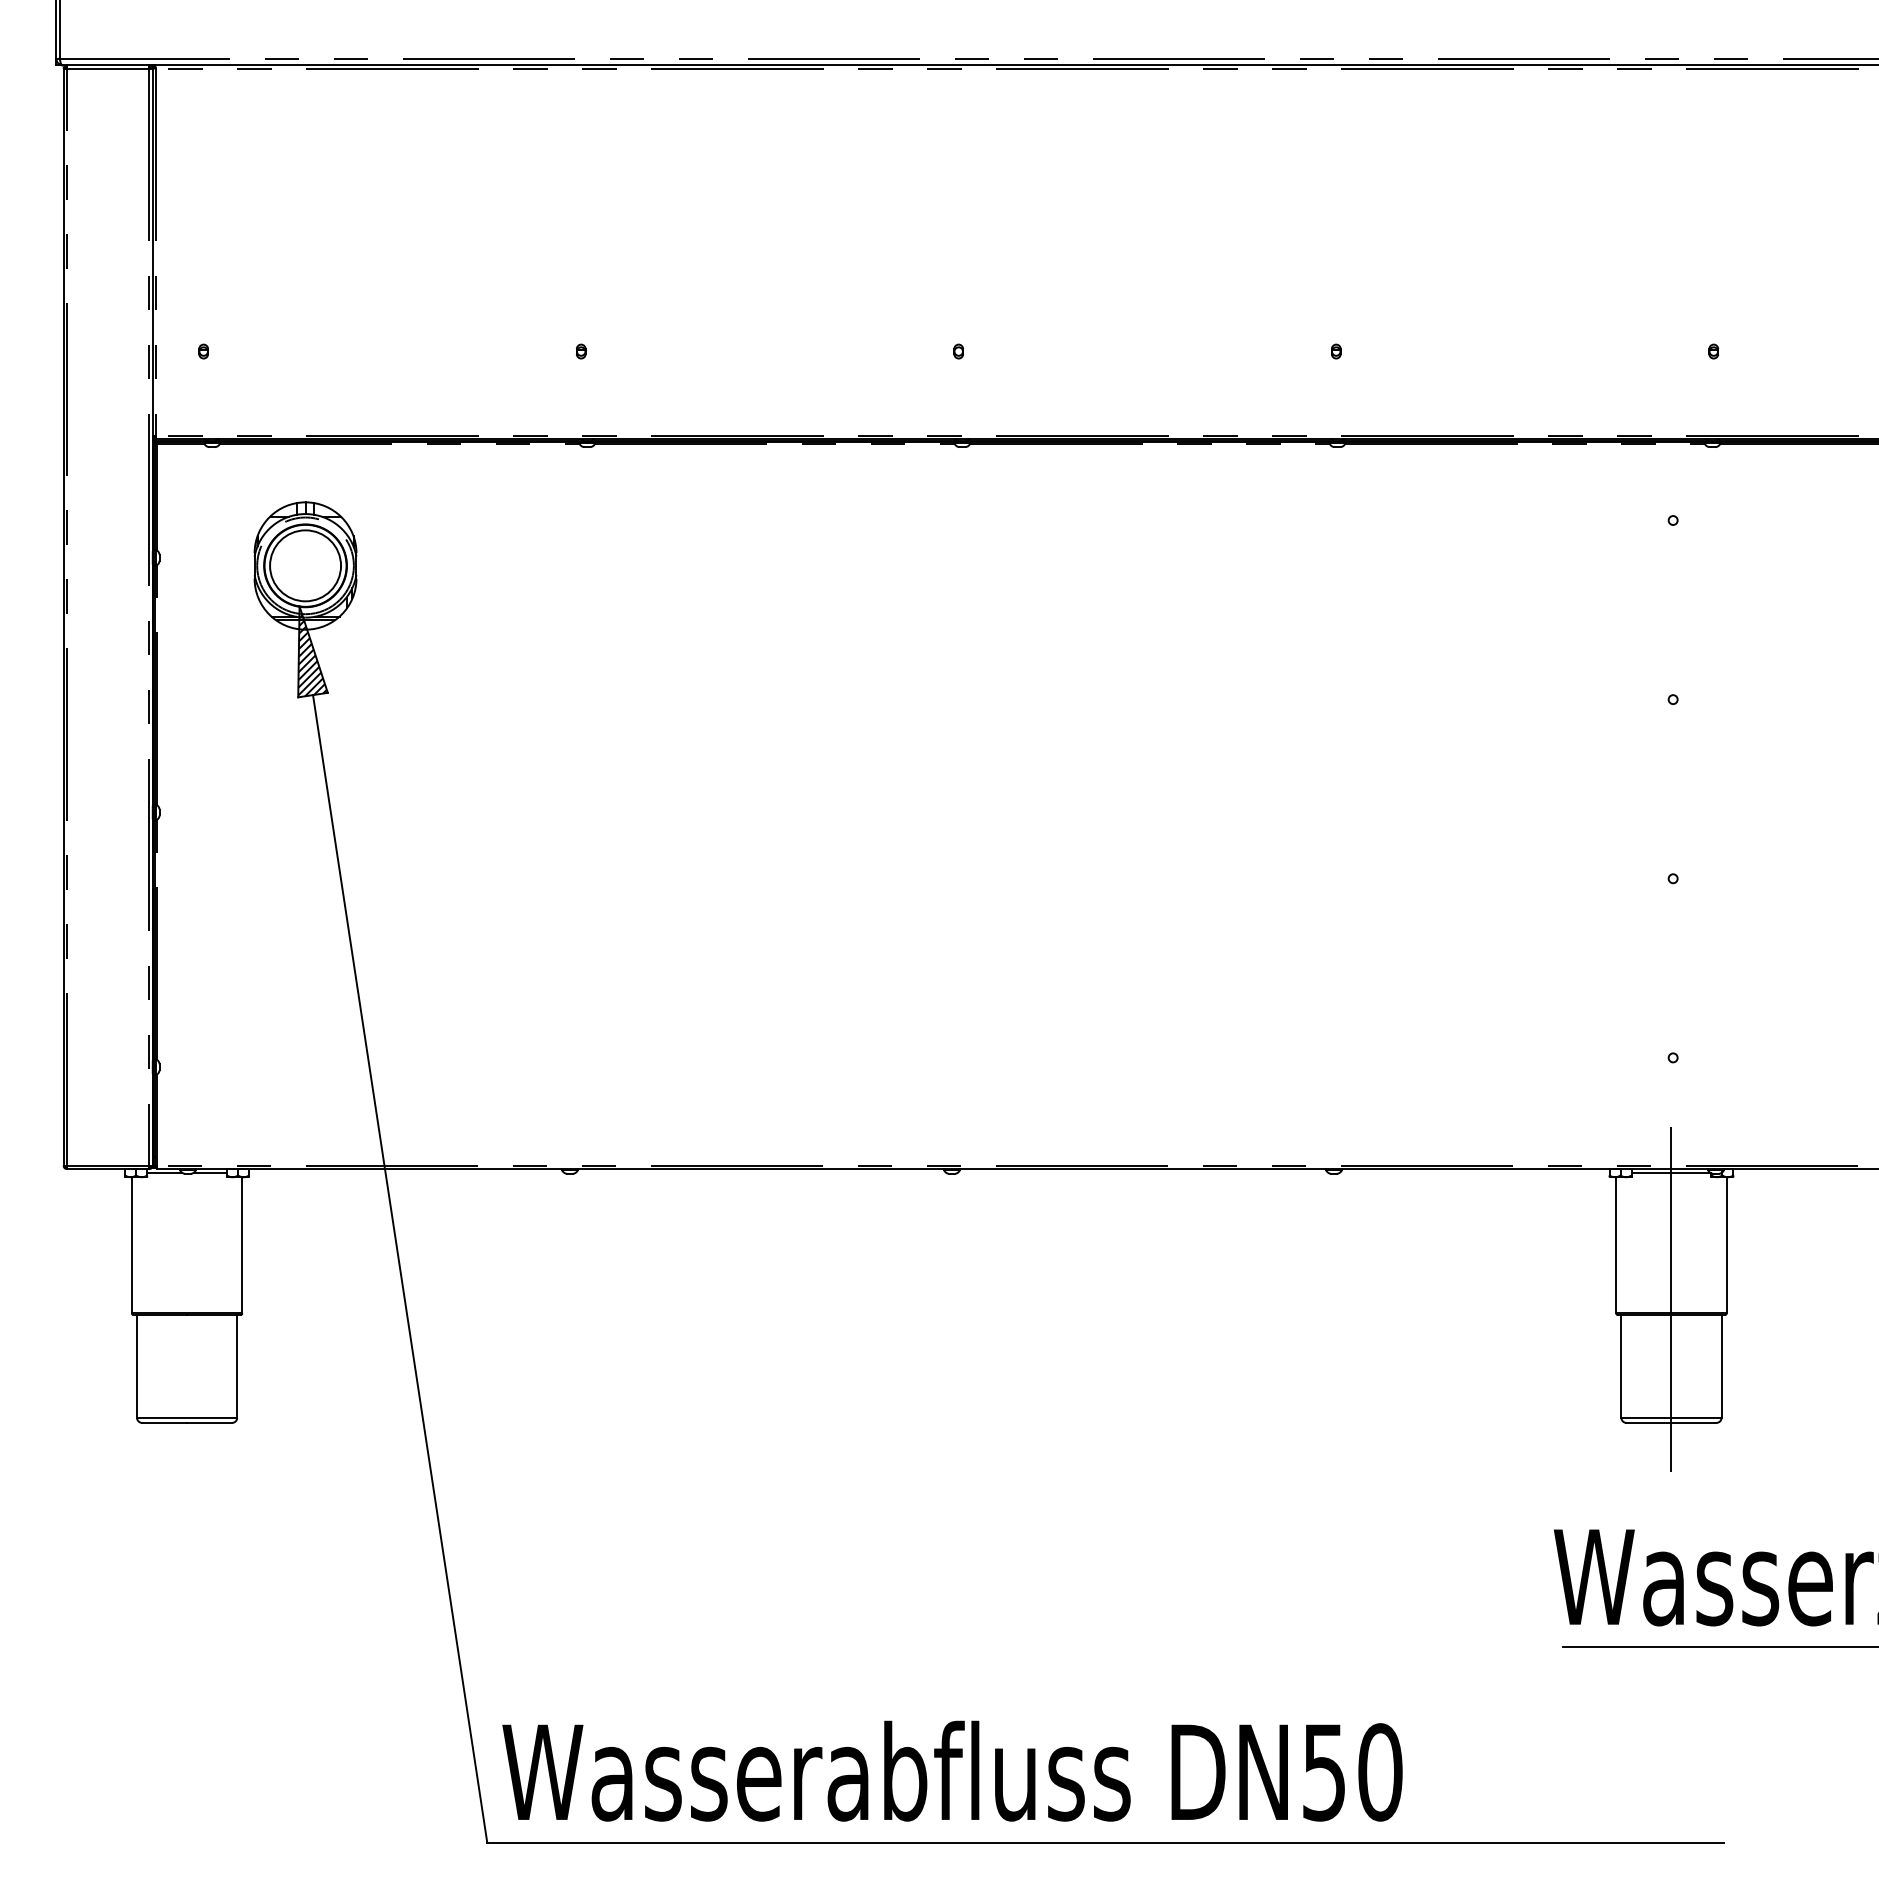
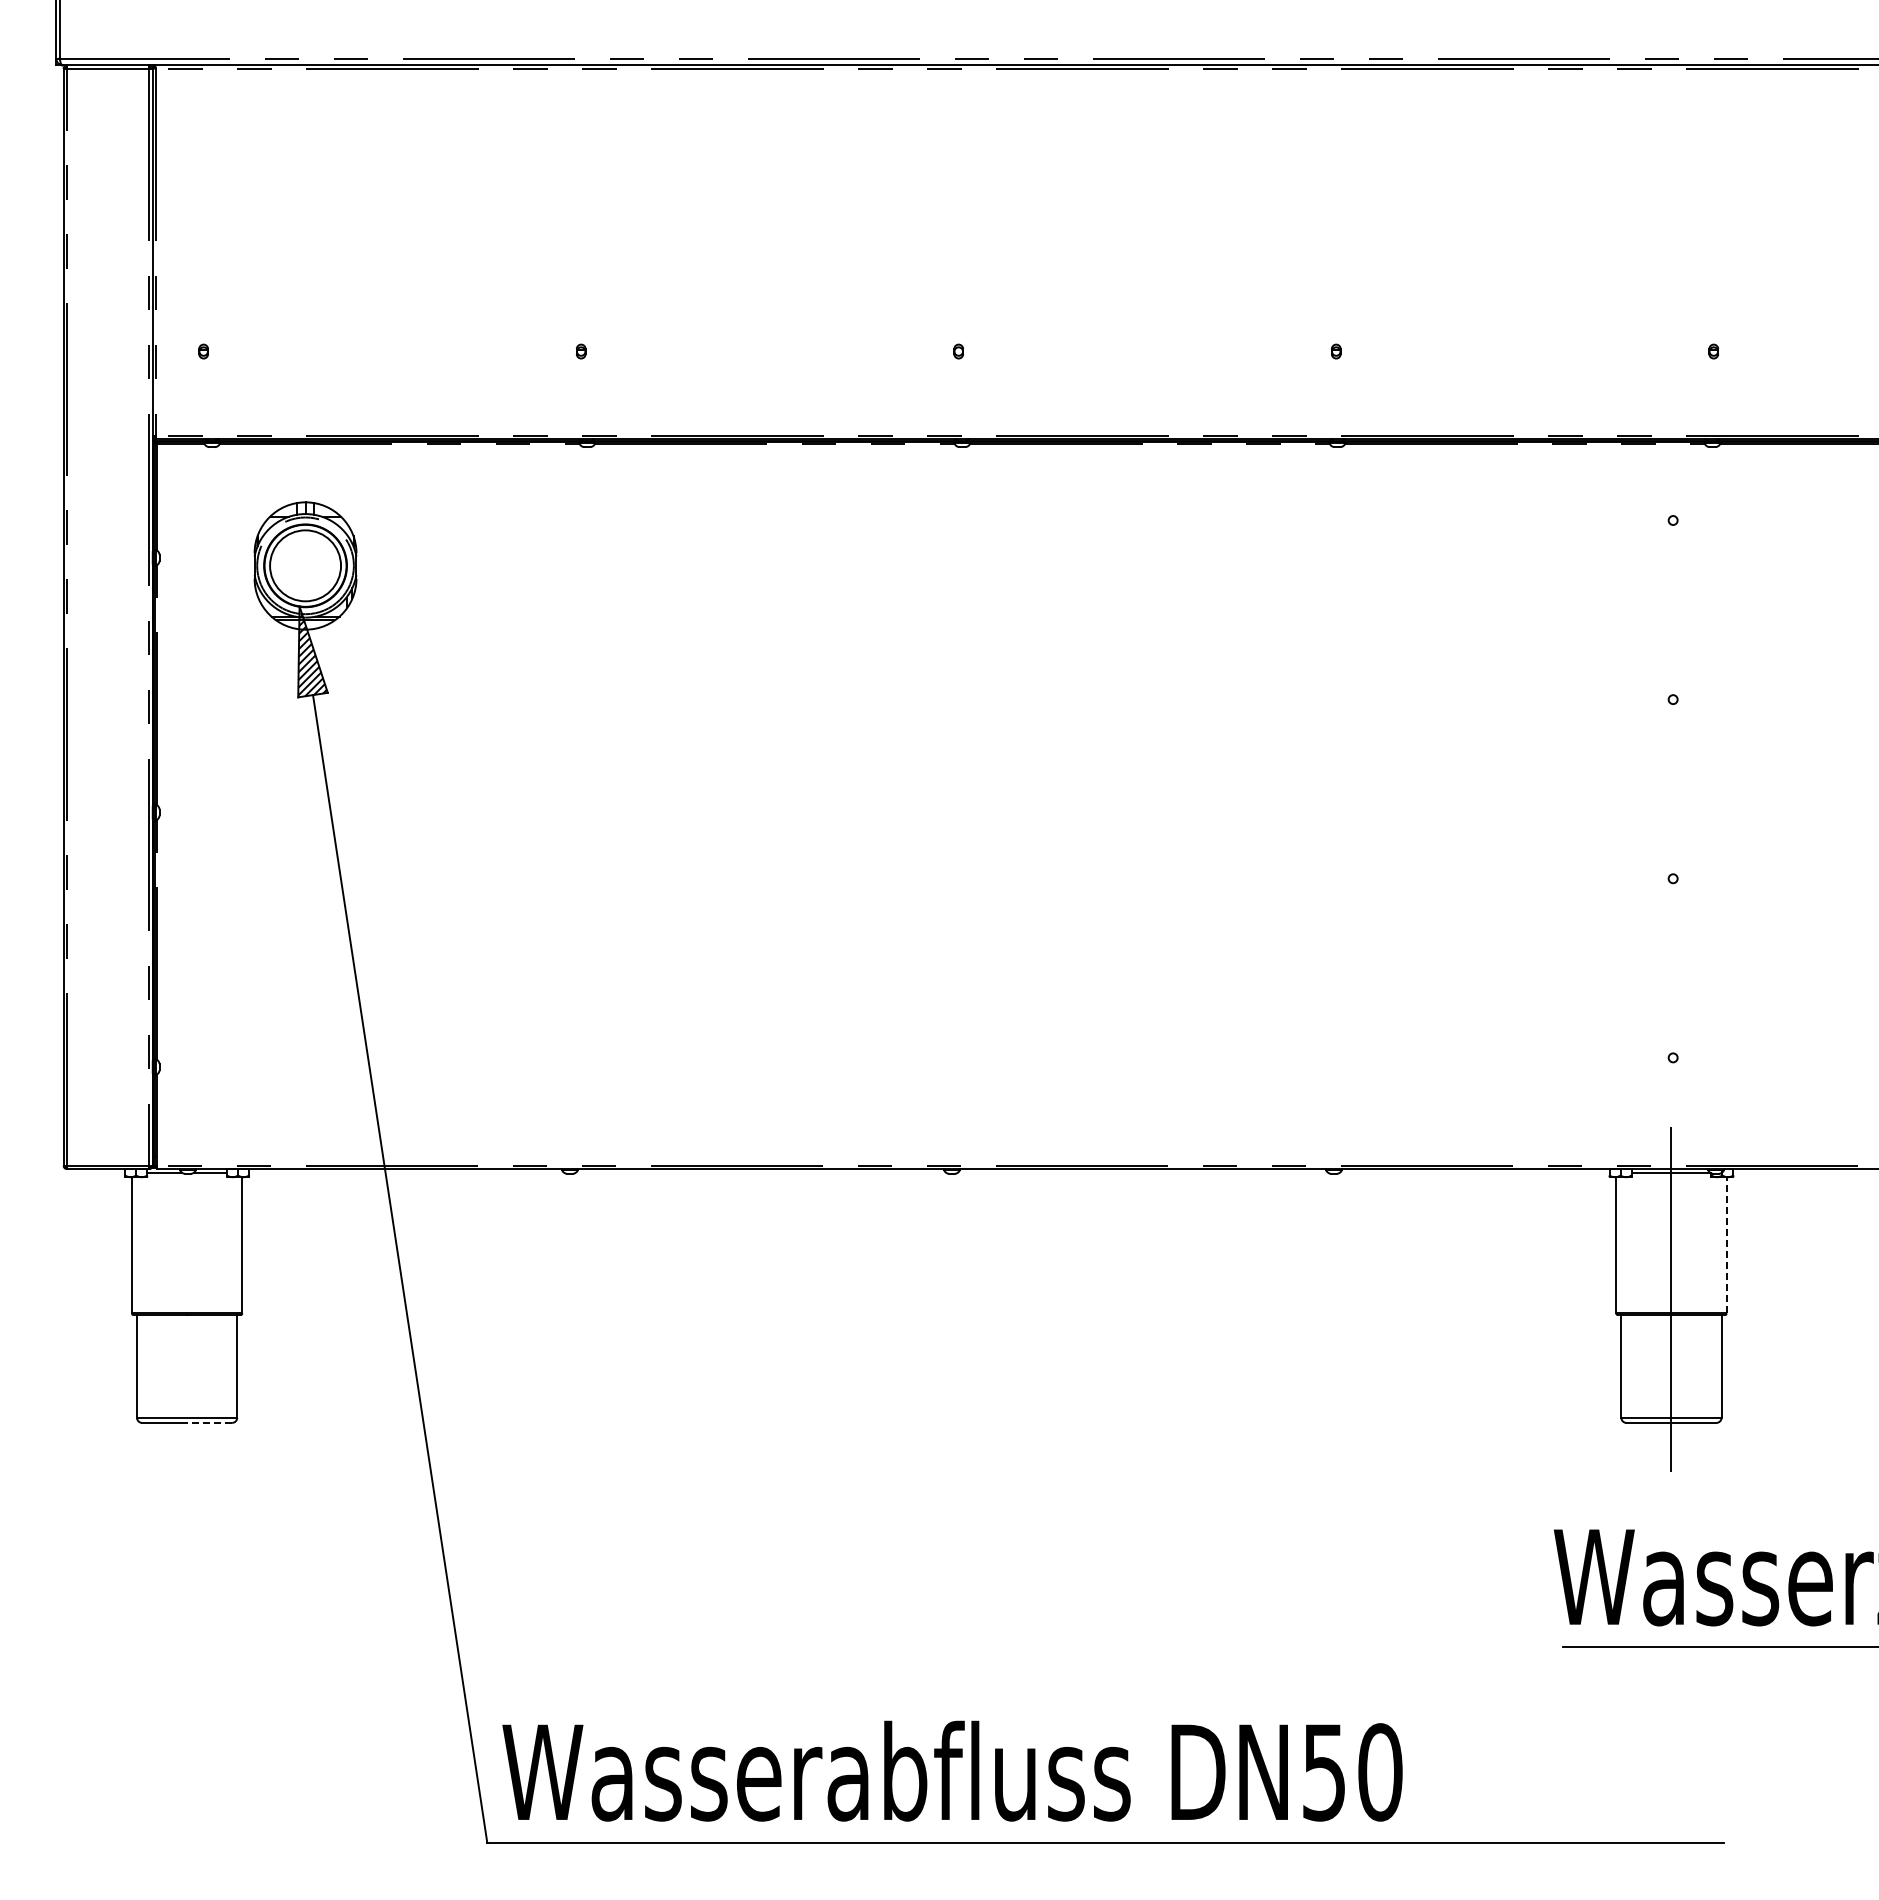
line at (1726, 1244): solid -> dashed
line at (209, 1422): solid -> dashed
